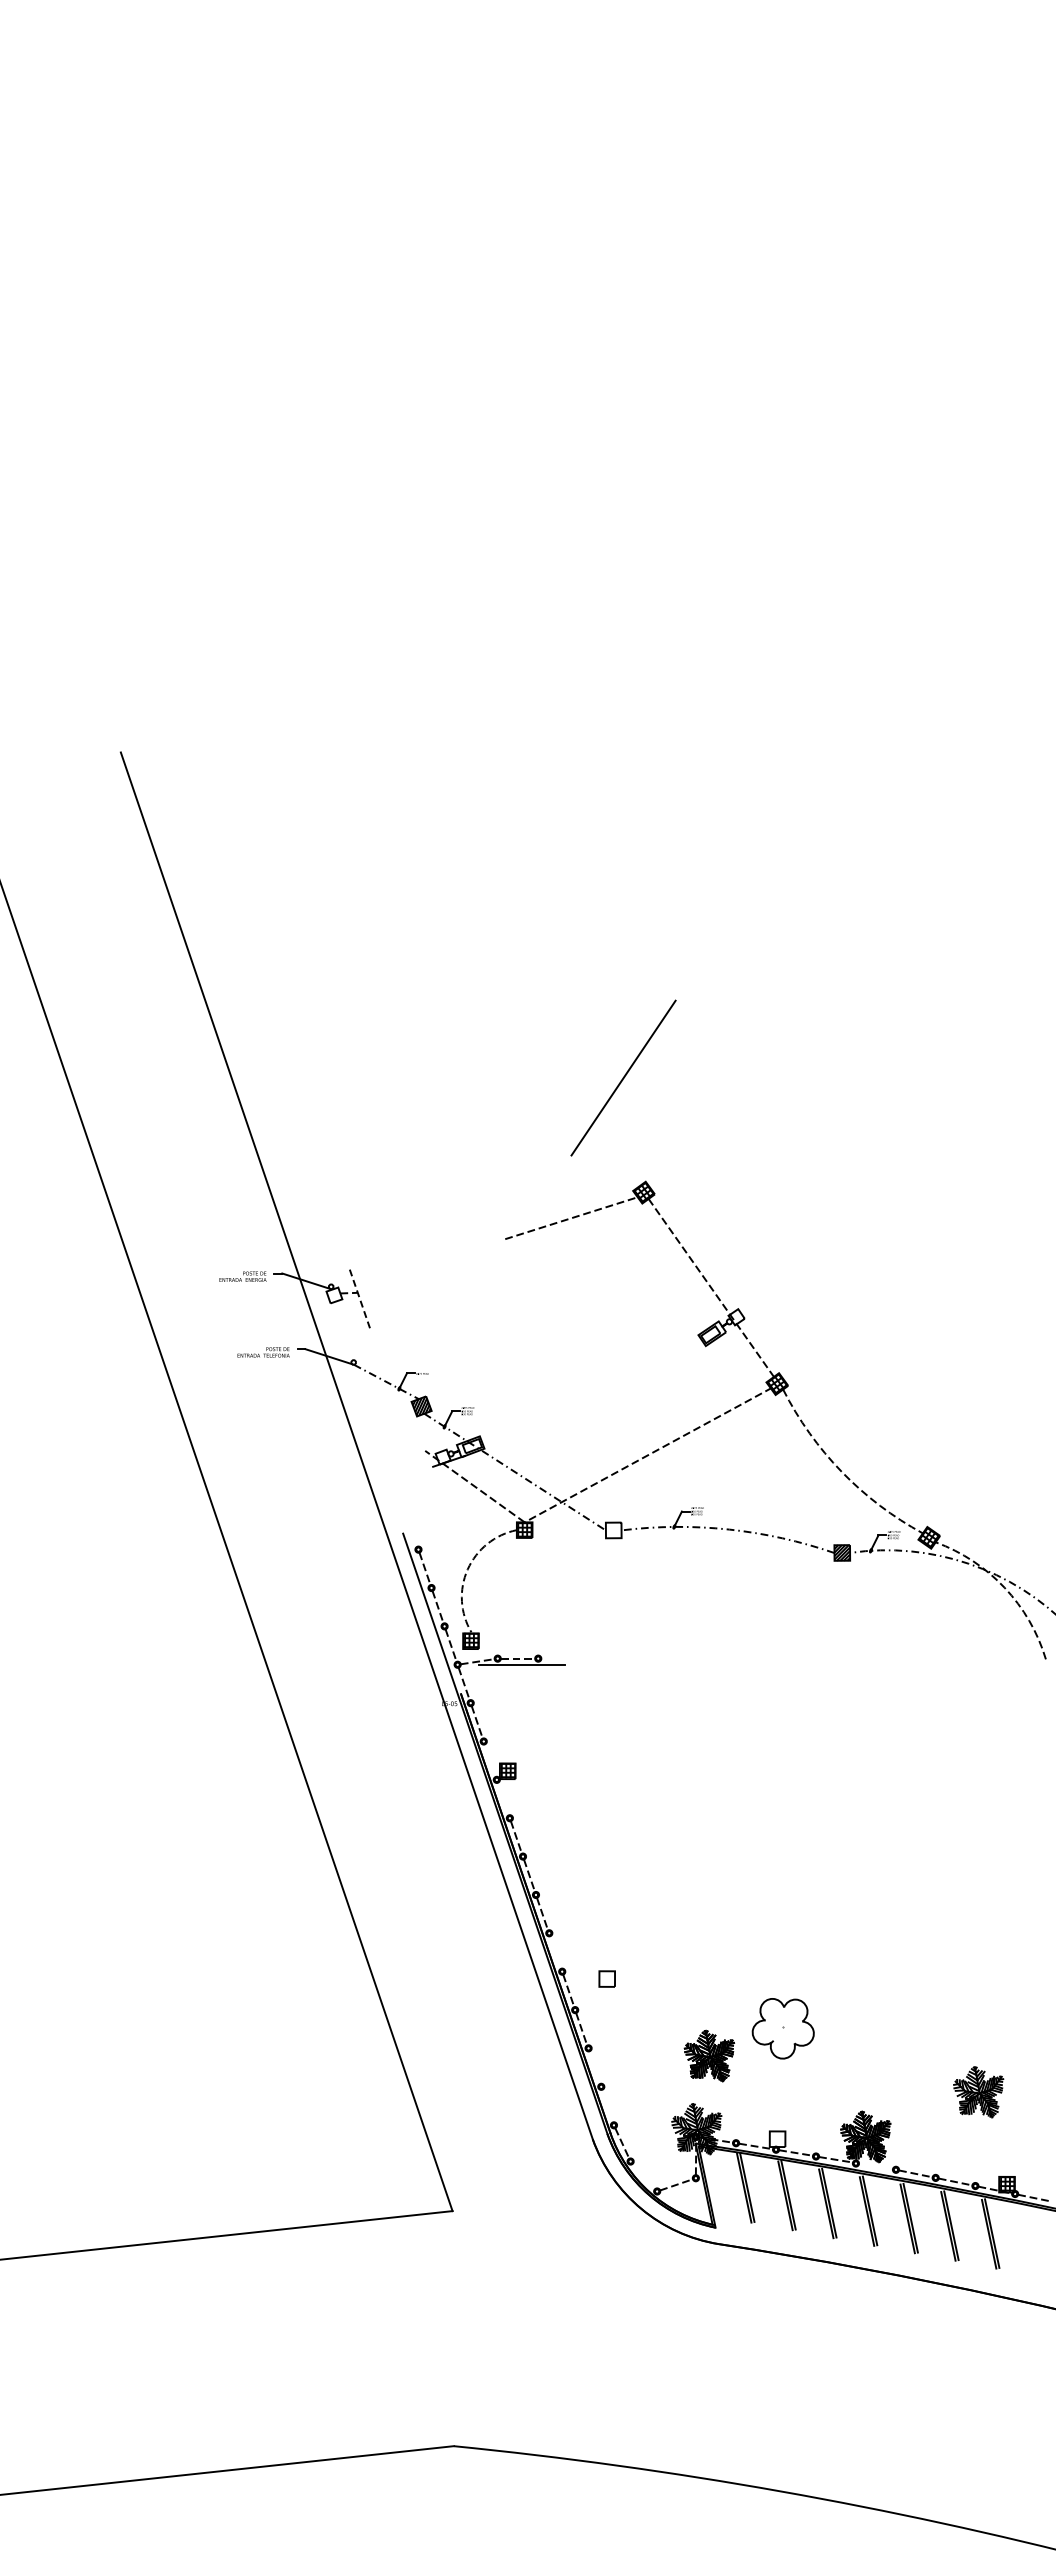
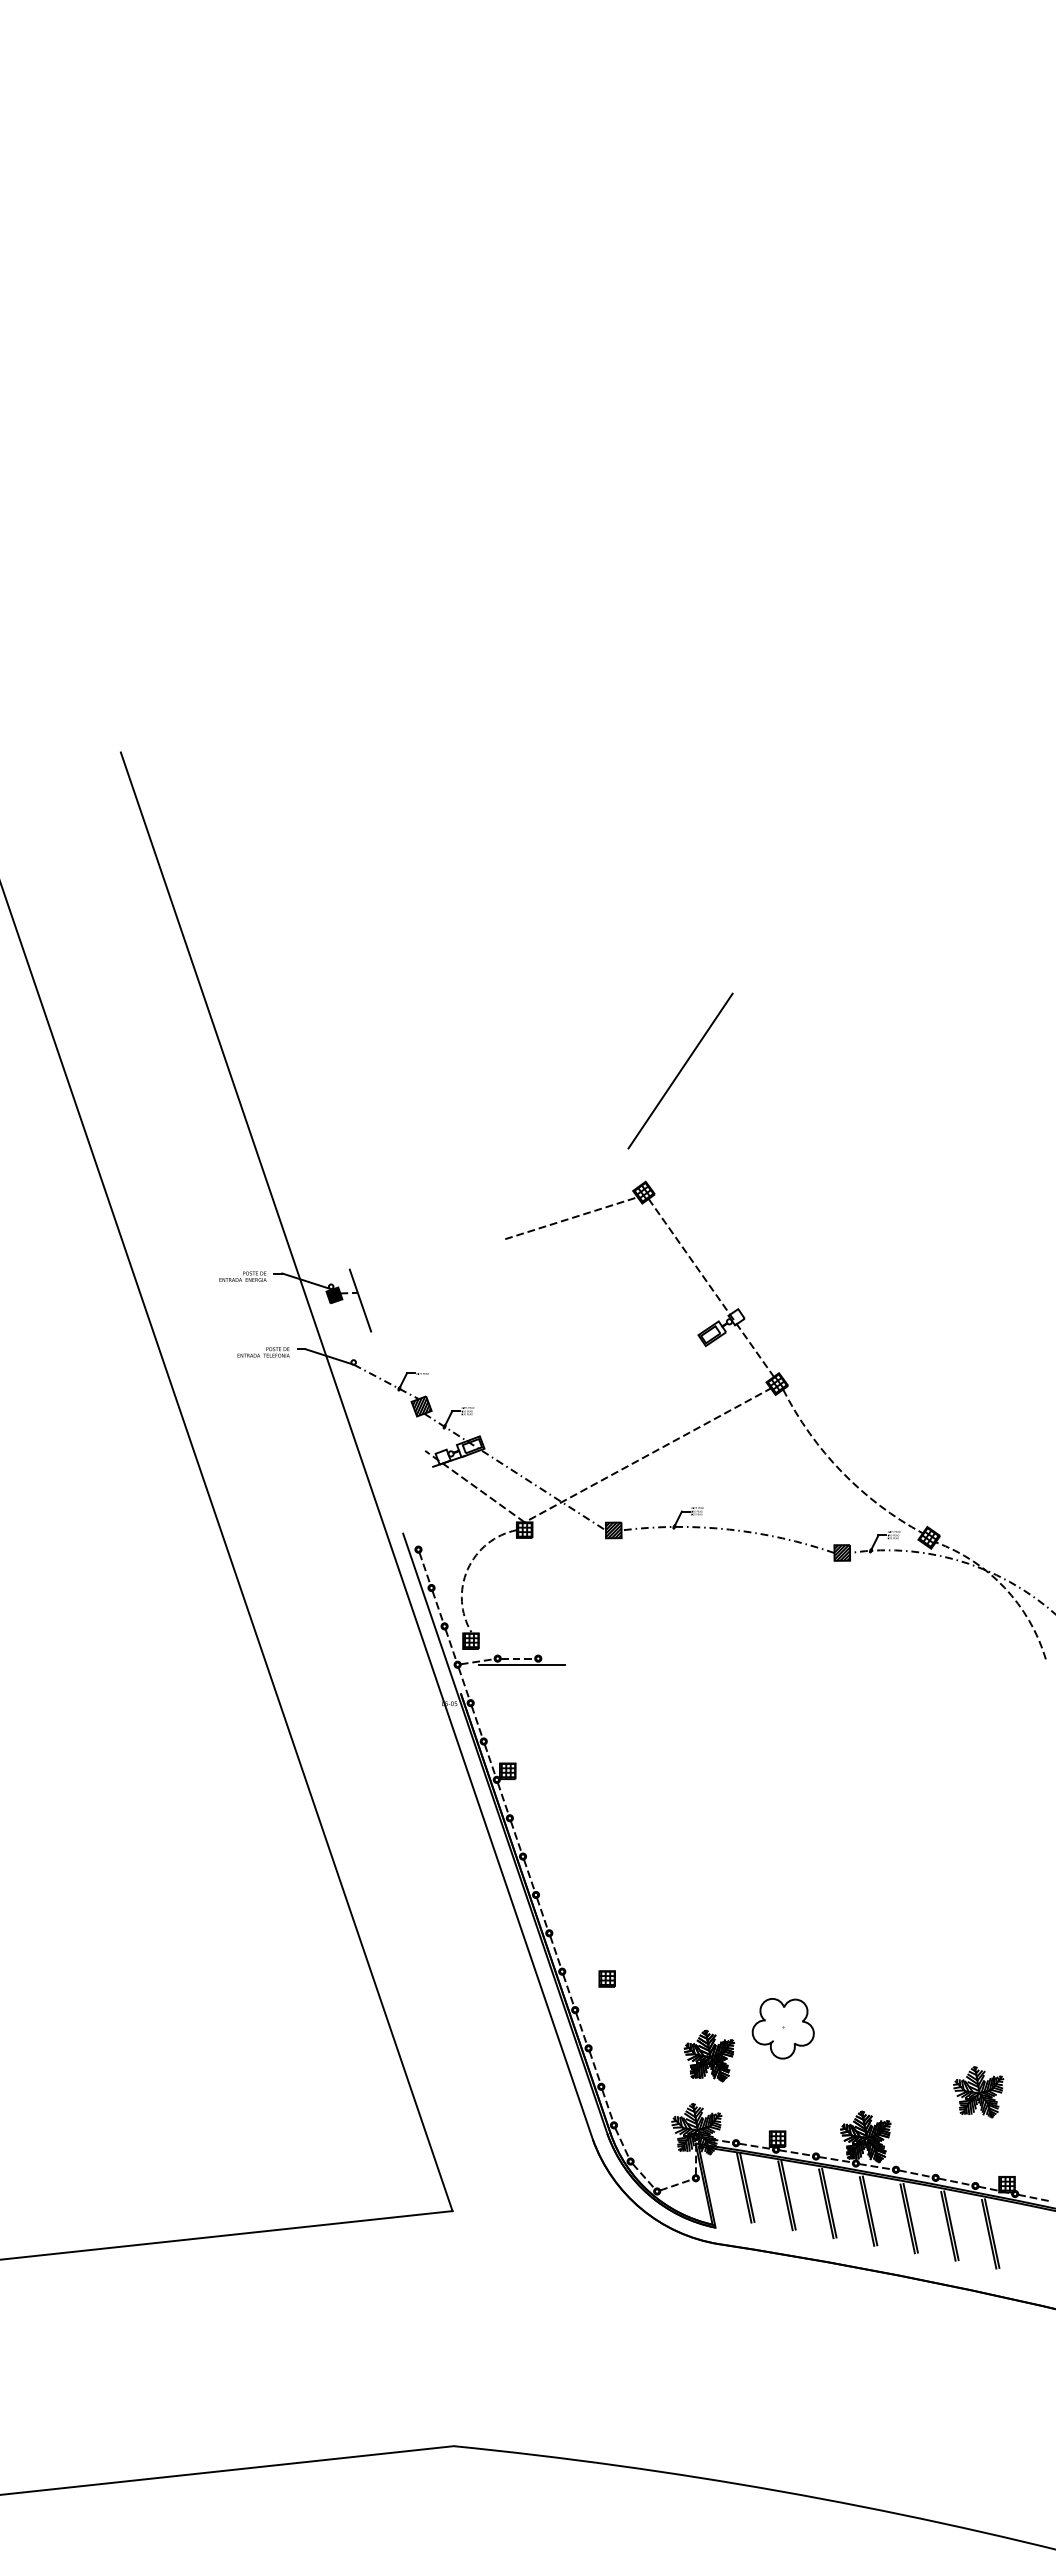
line at (623, 1077) position: (623, 1077) -> (680, 1070)
hatch at (334, 1295): none -> present
line at (360, 1300): dashed -> solid
hatch at (613, 1530): none -> present
line at (489, 1760): none -> present
line at (502, 1798): none -> present
line at (555, 1952): none -> present
hatch at (607, 1978): none -> present
line at (594, 2067): none -> present
line at (607, 2105): none -> present
hatch at (777, 2138): none -> present
line at (875, 2166): none -> present
line at (643, 2176): none -> present
